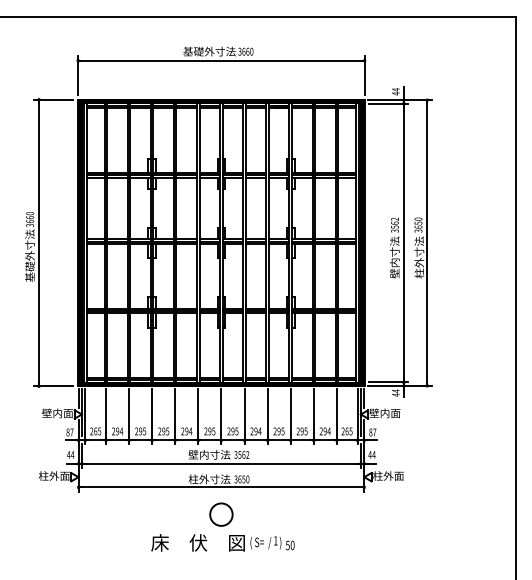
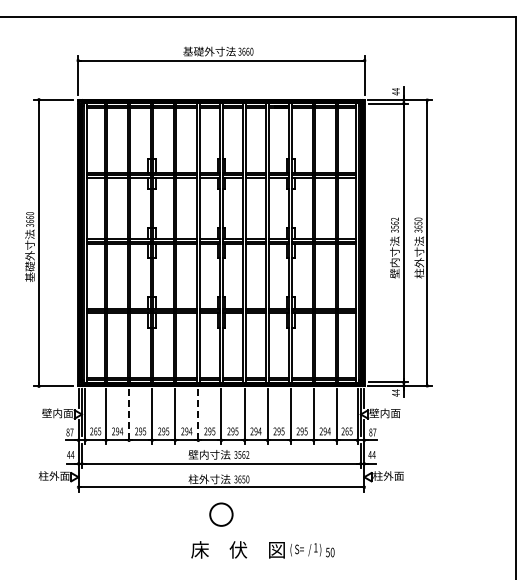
line at (129, 416): solid -> dashed
line at (198, 416): solid -> dashed
text at (222, 542) position: (222, 542) -> (262, 549)
